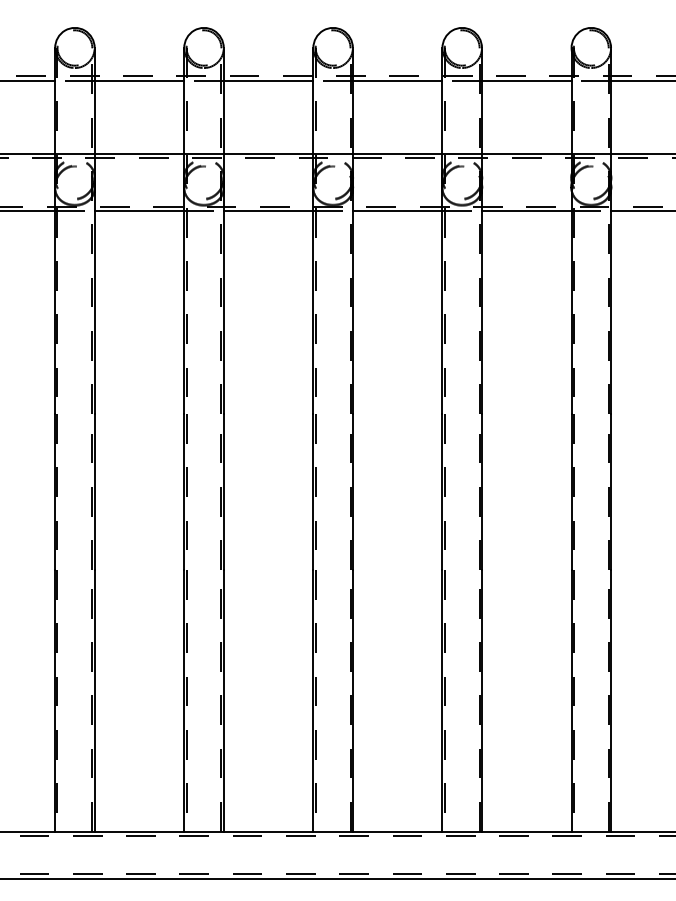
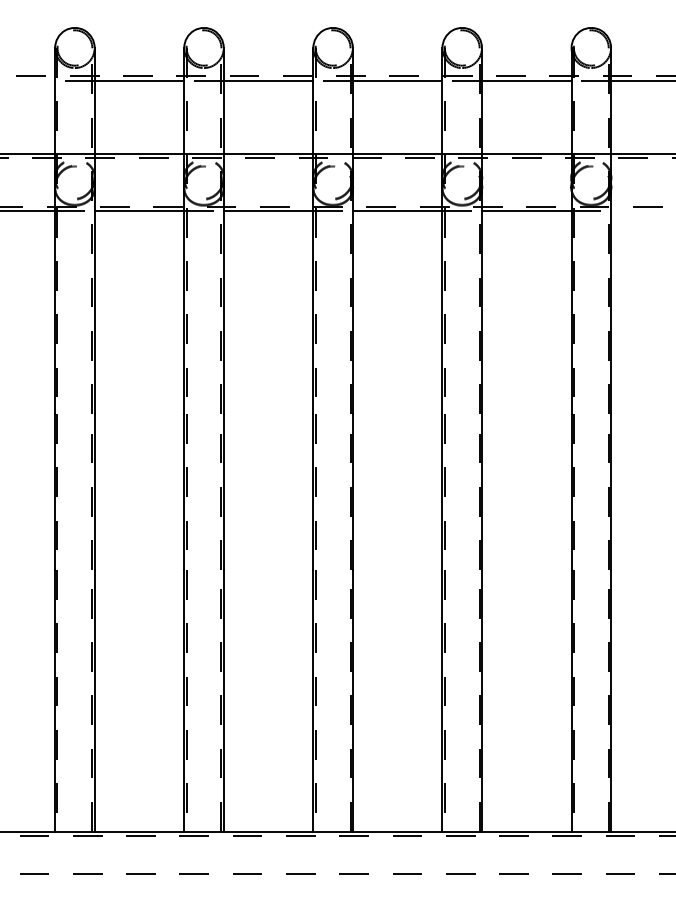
line at (28, 80): present -> none
line at (641, 210): present -> none
line at (337, 878): present -> none
